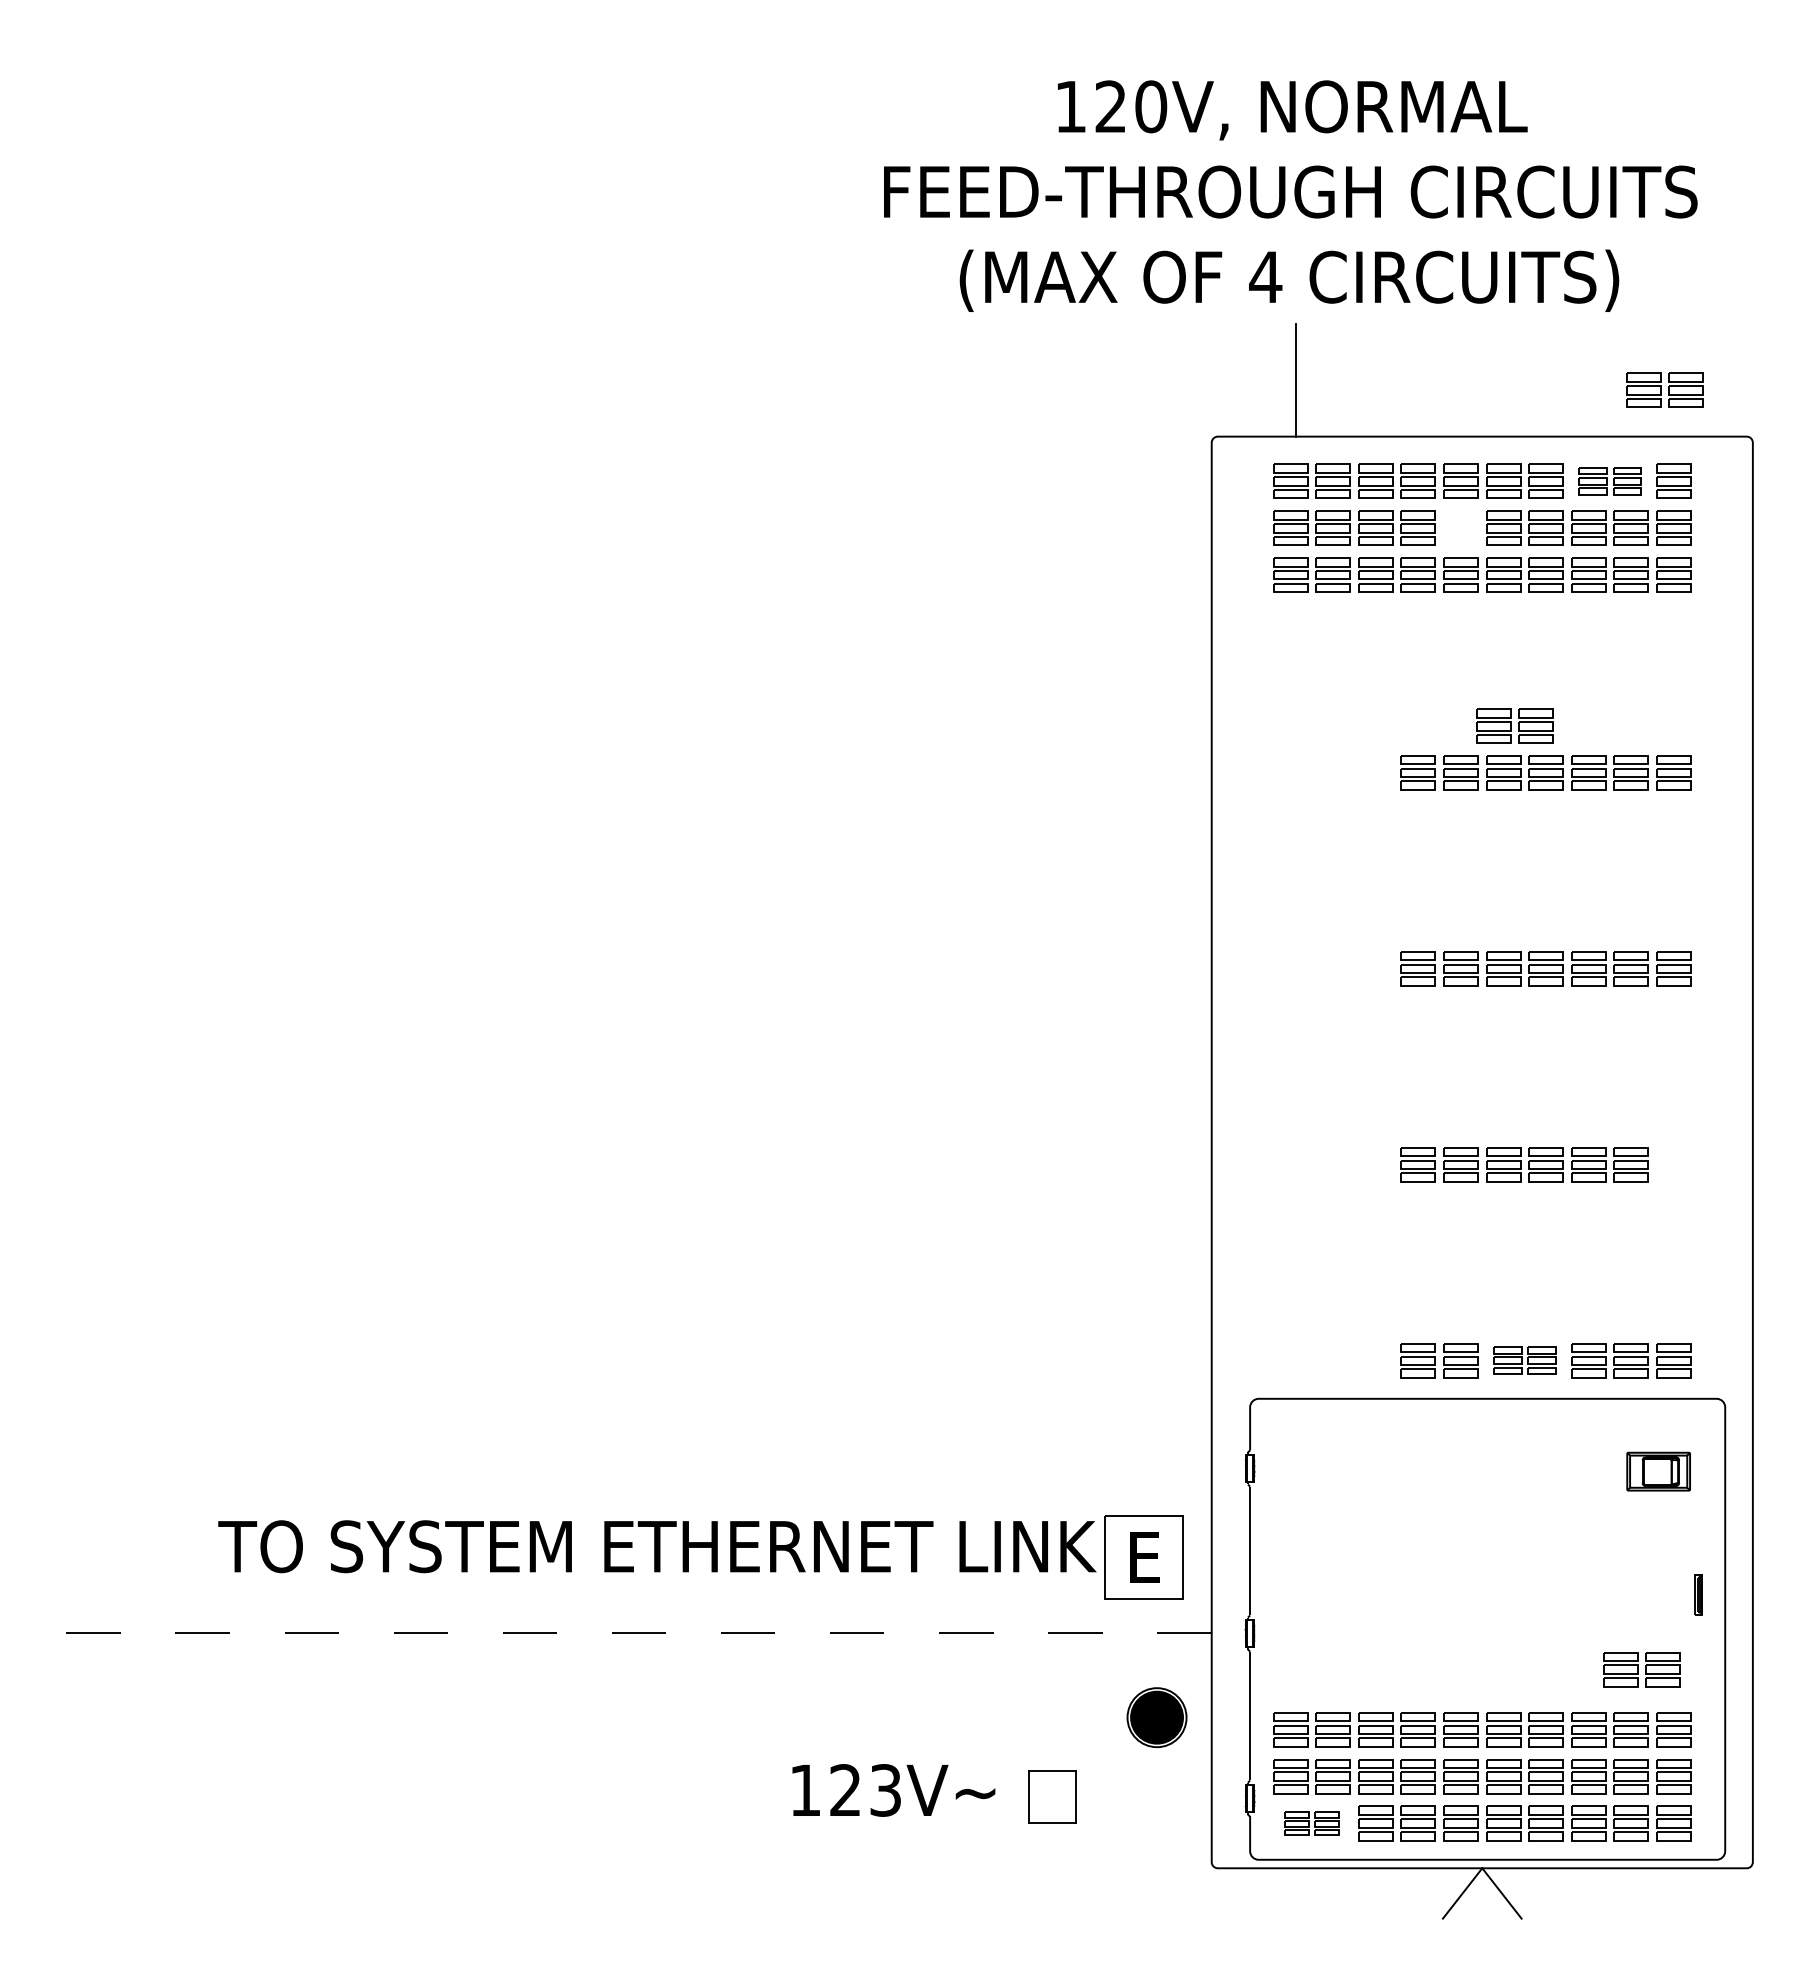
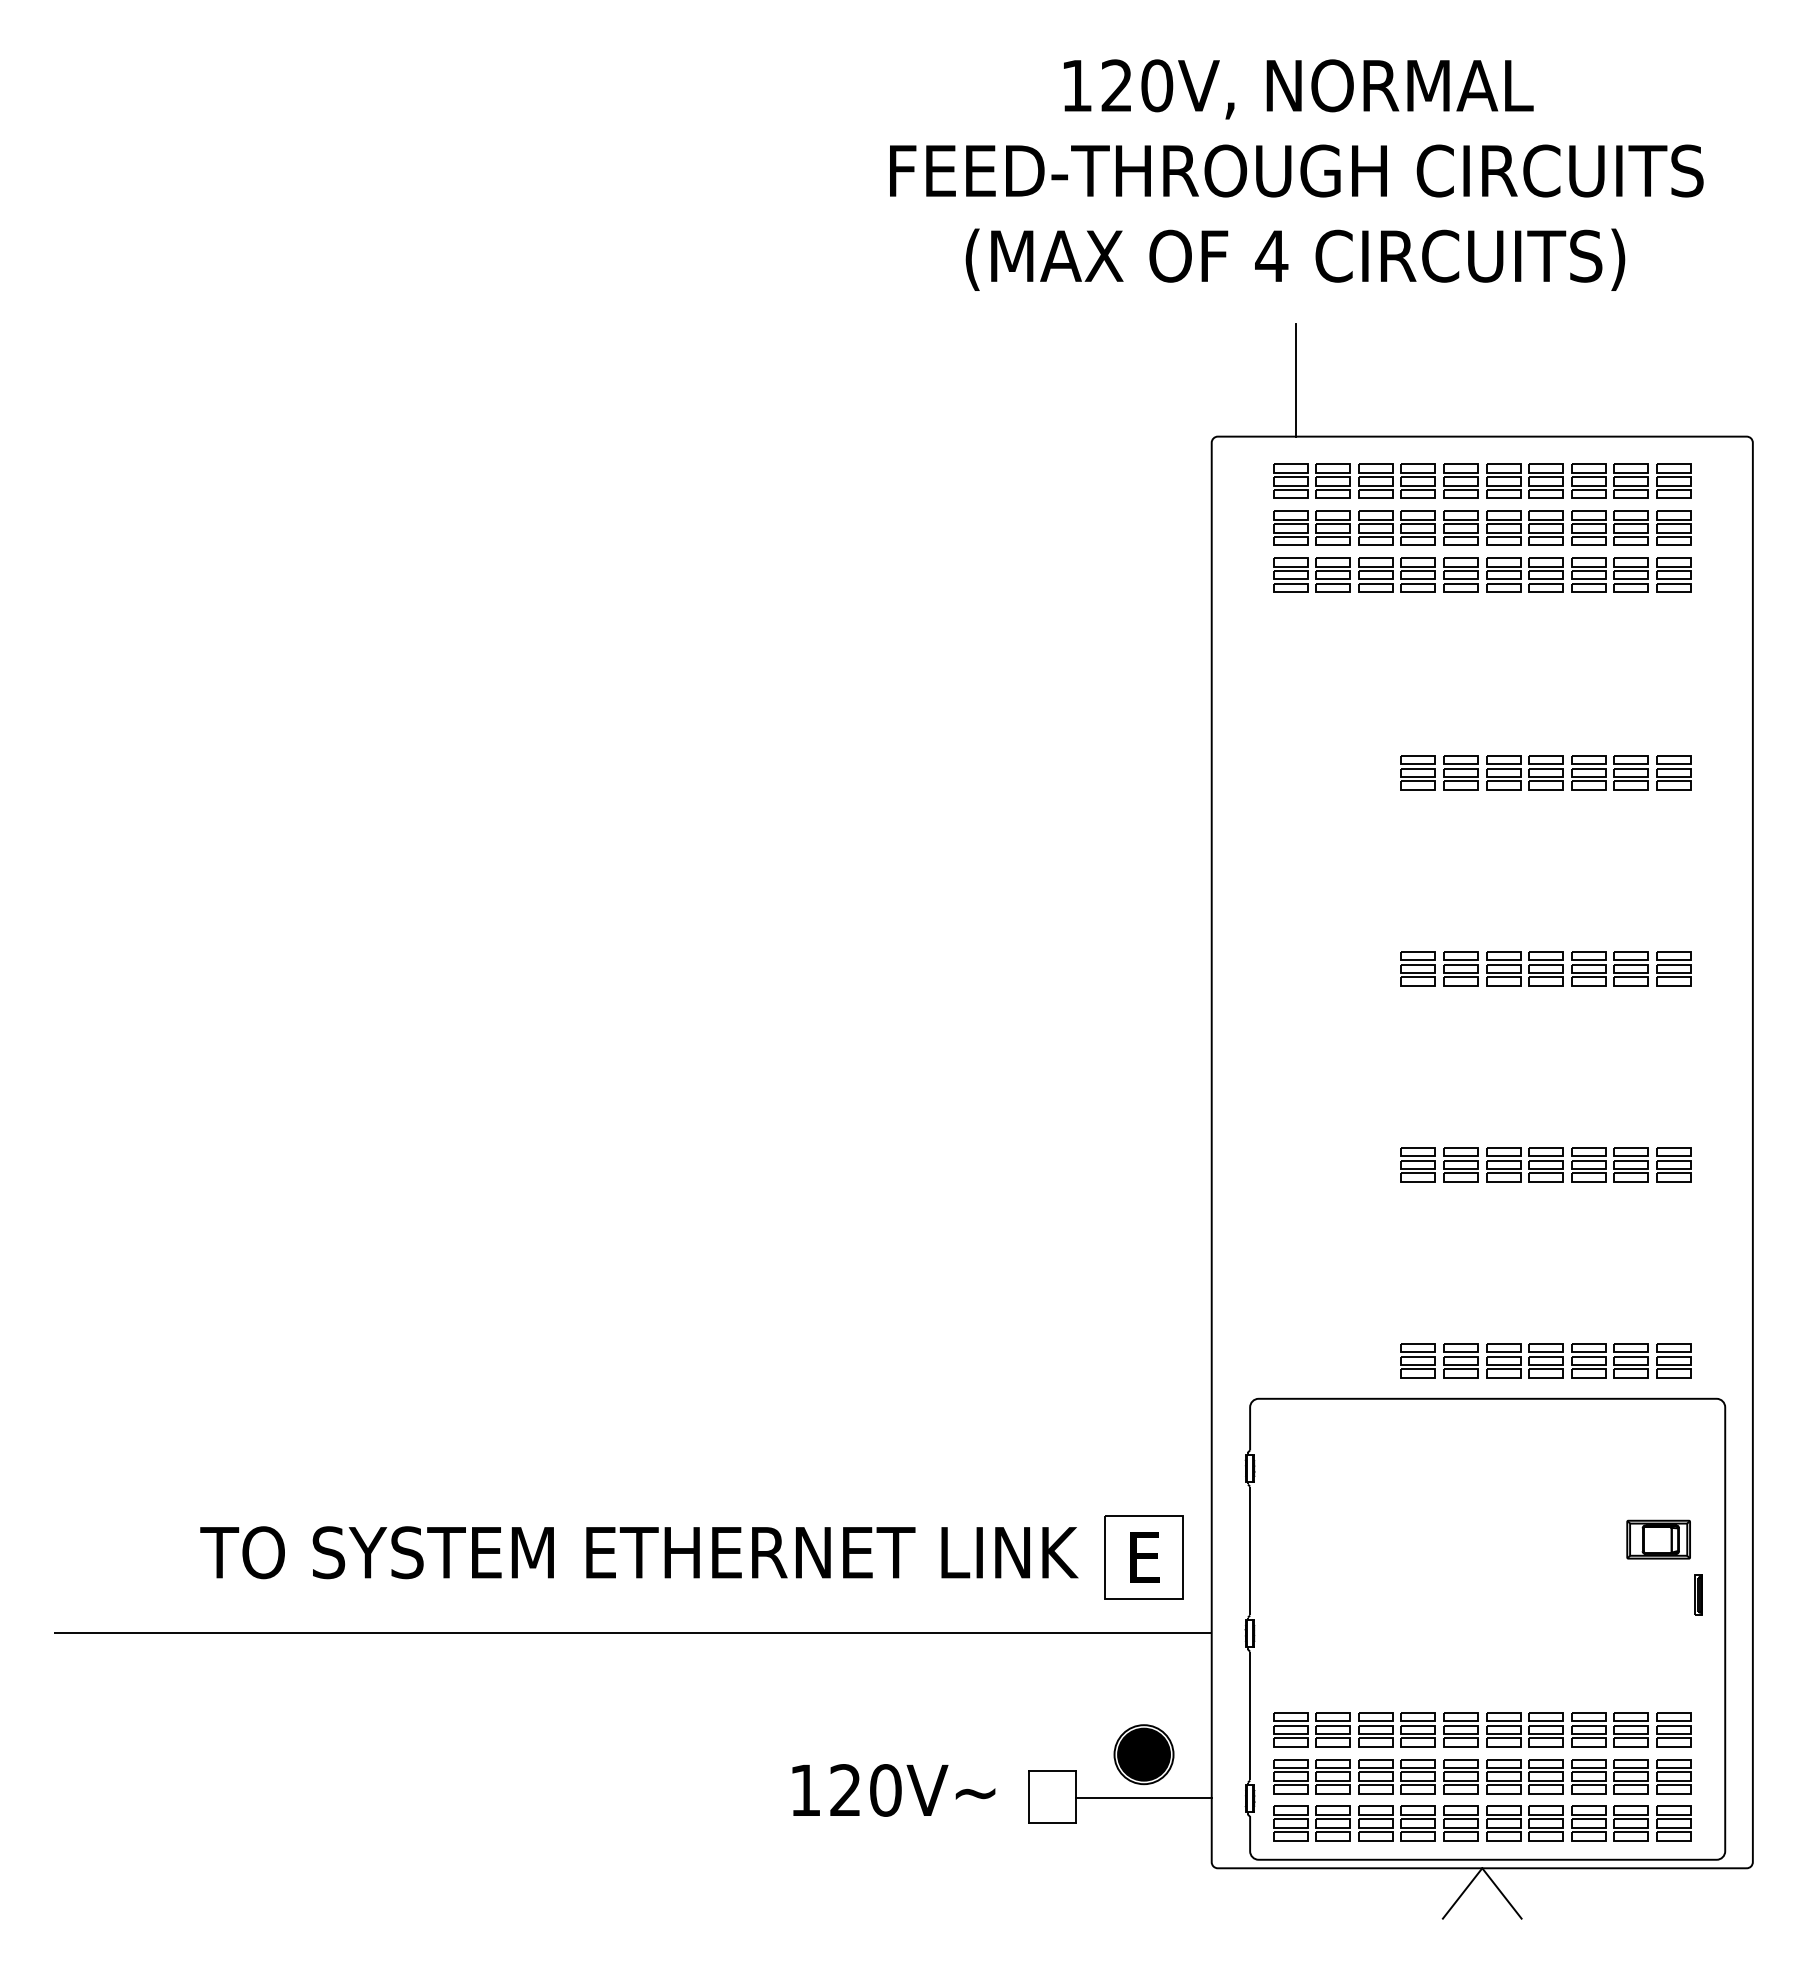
text at (1290, 195) position: (1290, 195) -> (1296, 174)
part at (1664, 389): present -> none
part at (1609, 481) size: 64x29 px -> 78x36 px
part at (1460, 527): none -> present
part at (1514, 725): present -> none
part at (1673, 1164): none -> present
part at (1524, 1360) size: 64x29 px -> 78x36 px
part at (1658, 1471) position: (1658, 1471) -> (1658, 1539)
text at (657, 1546) position: (657, 1546) -> (639, 1552)
line at (632, 1632): dashed -> solid
part at (1641, 1669): present -> none
part at (1156, 1717) position: (1156, 1717) -> (1143, 1754)
text at (885, 1790): 123V~ -> 120V~
line at (1143, 1797): none -> present
part at (1311, 1823) size: 56x25 px -> 78x37 px
